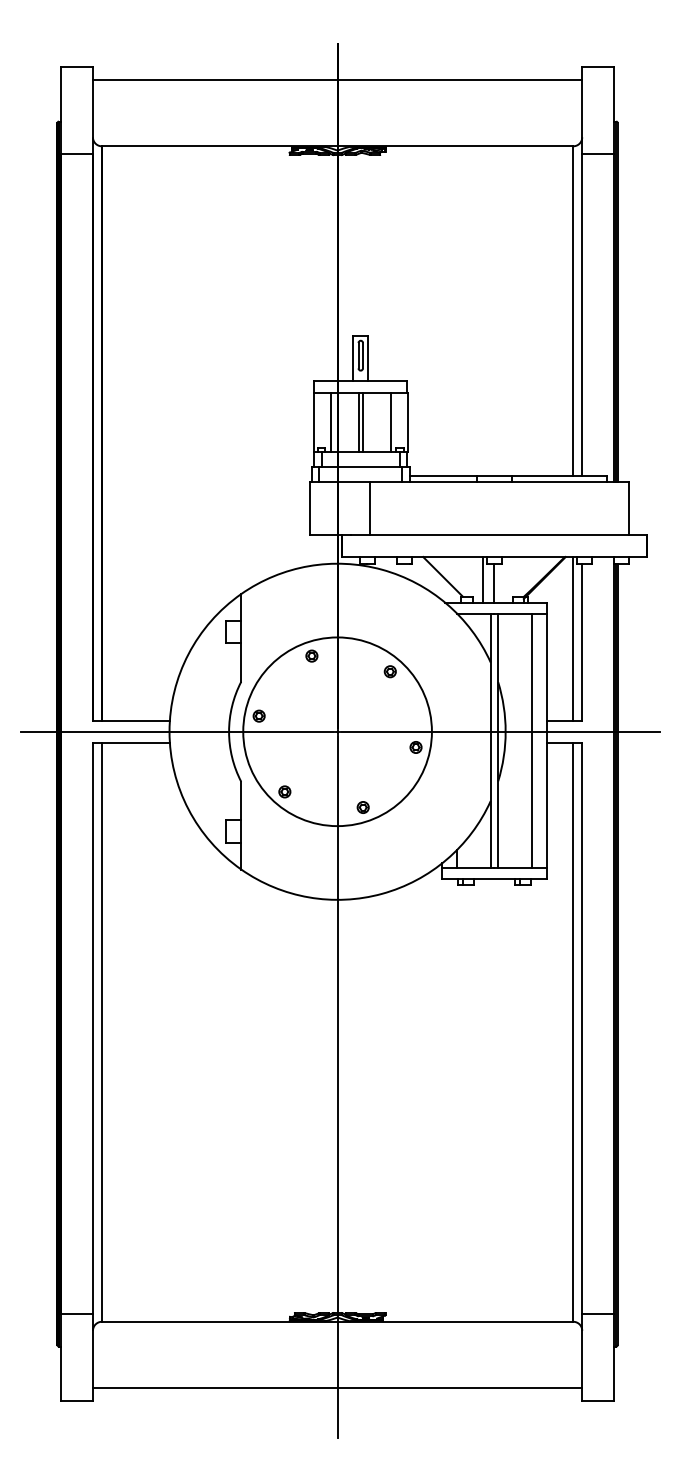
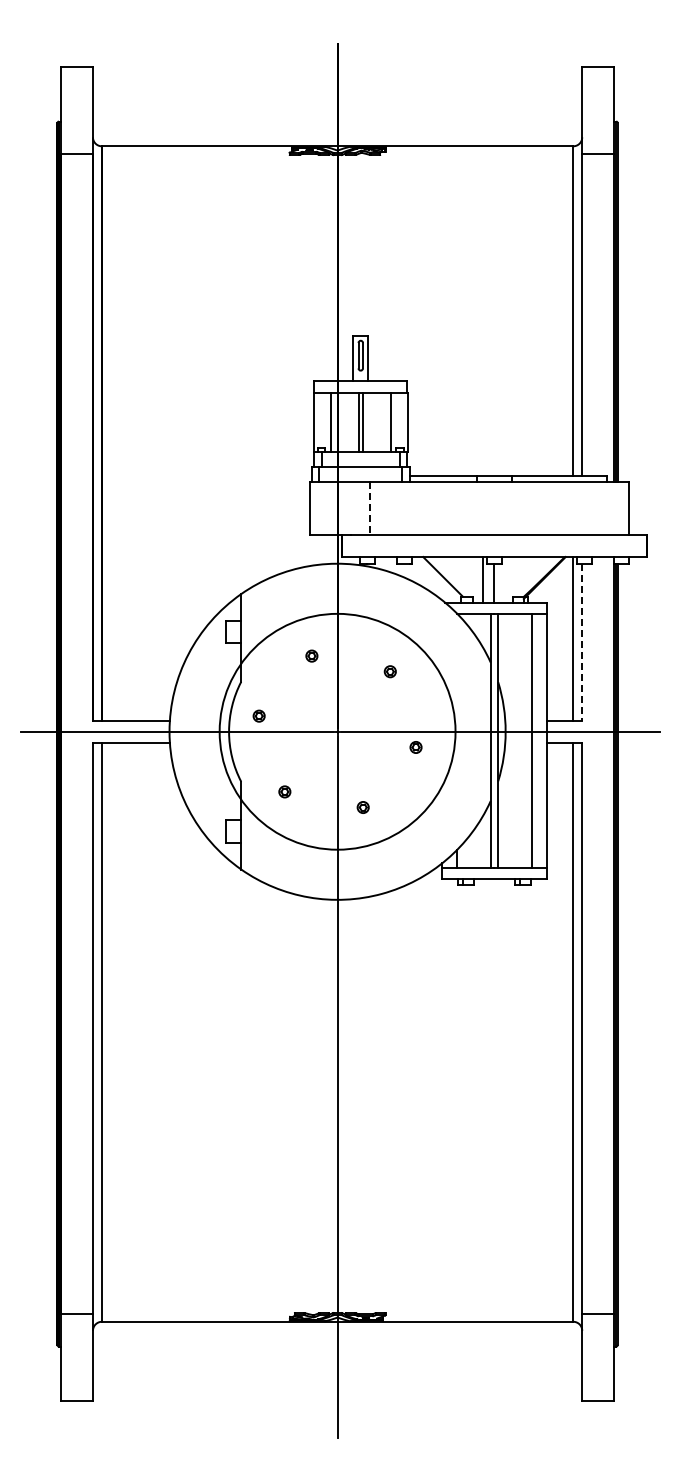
line at (337, 80): present -> none
line at (370, 508): solid -> dashed
line at (582, 643): solid -> dashed
circle at (337, 731) diameter: 189 px -> 236 px
line at (337, 1388): present -> none
